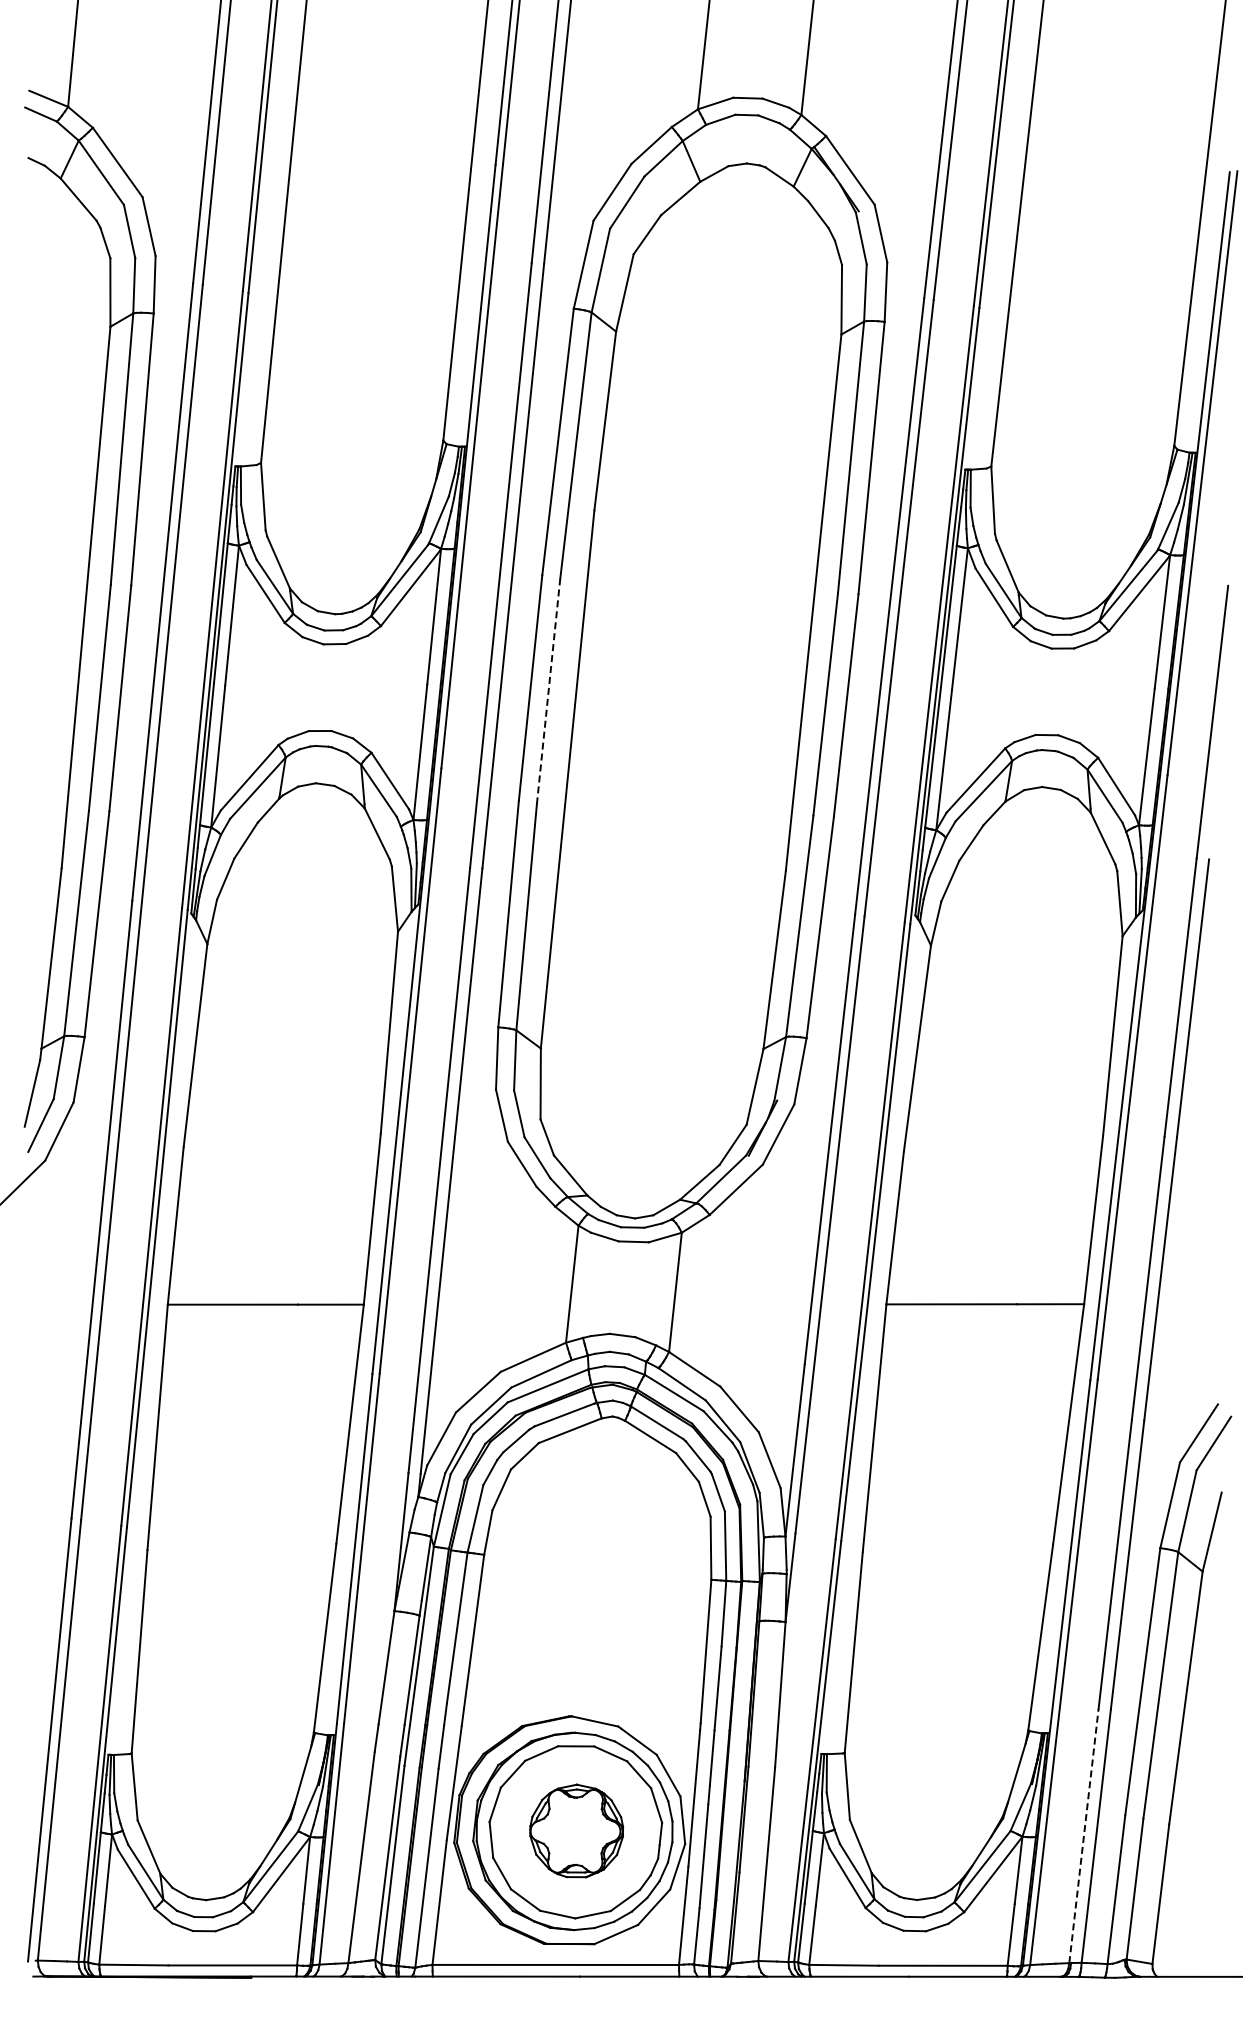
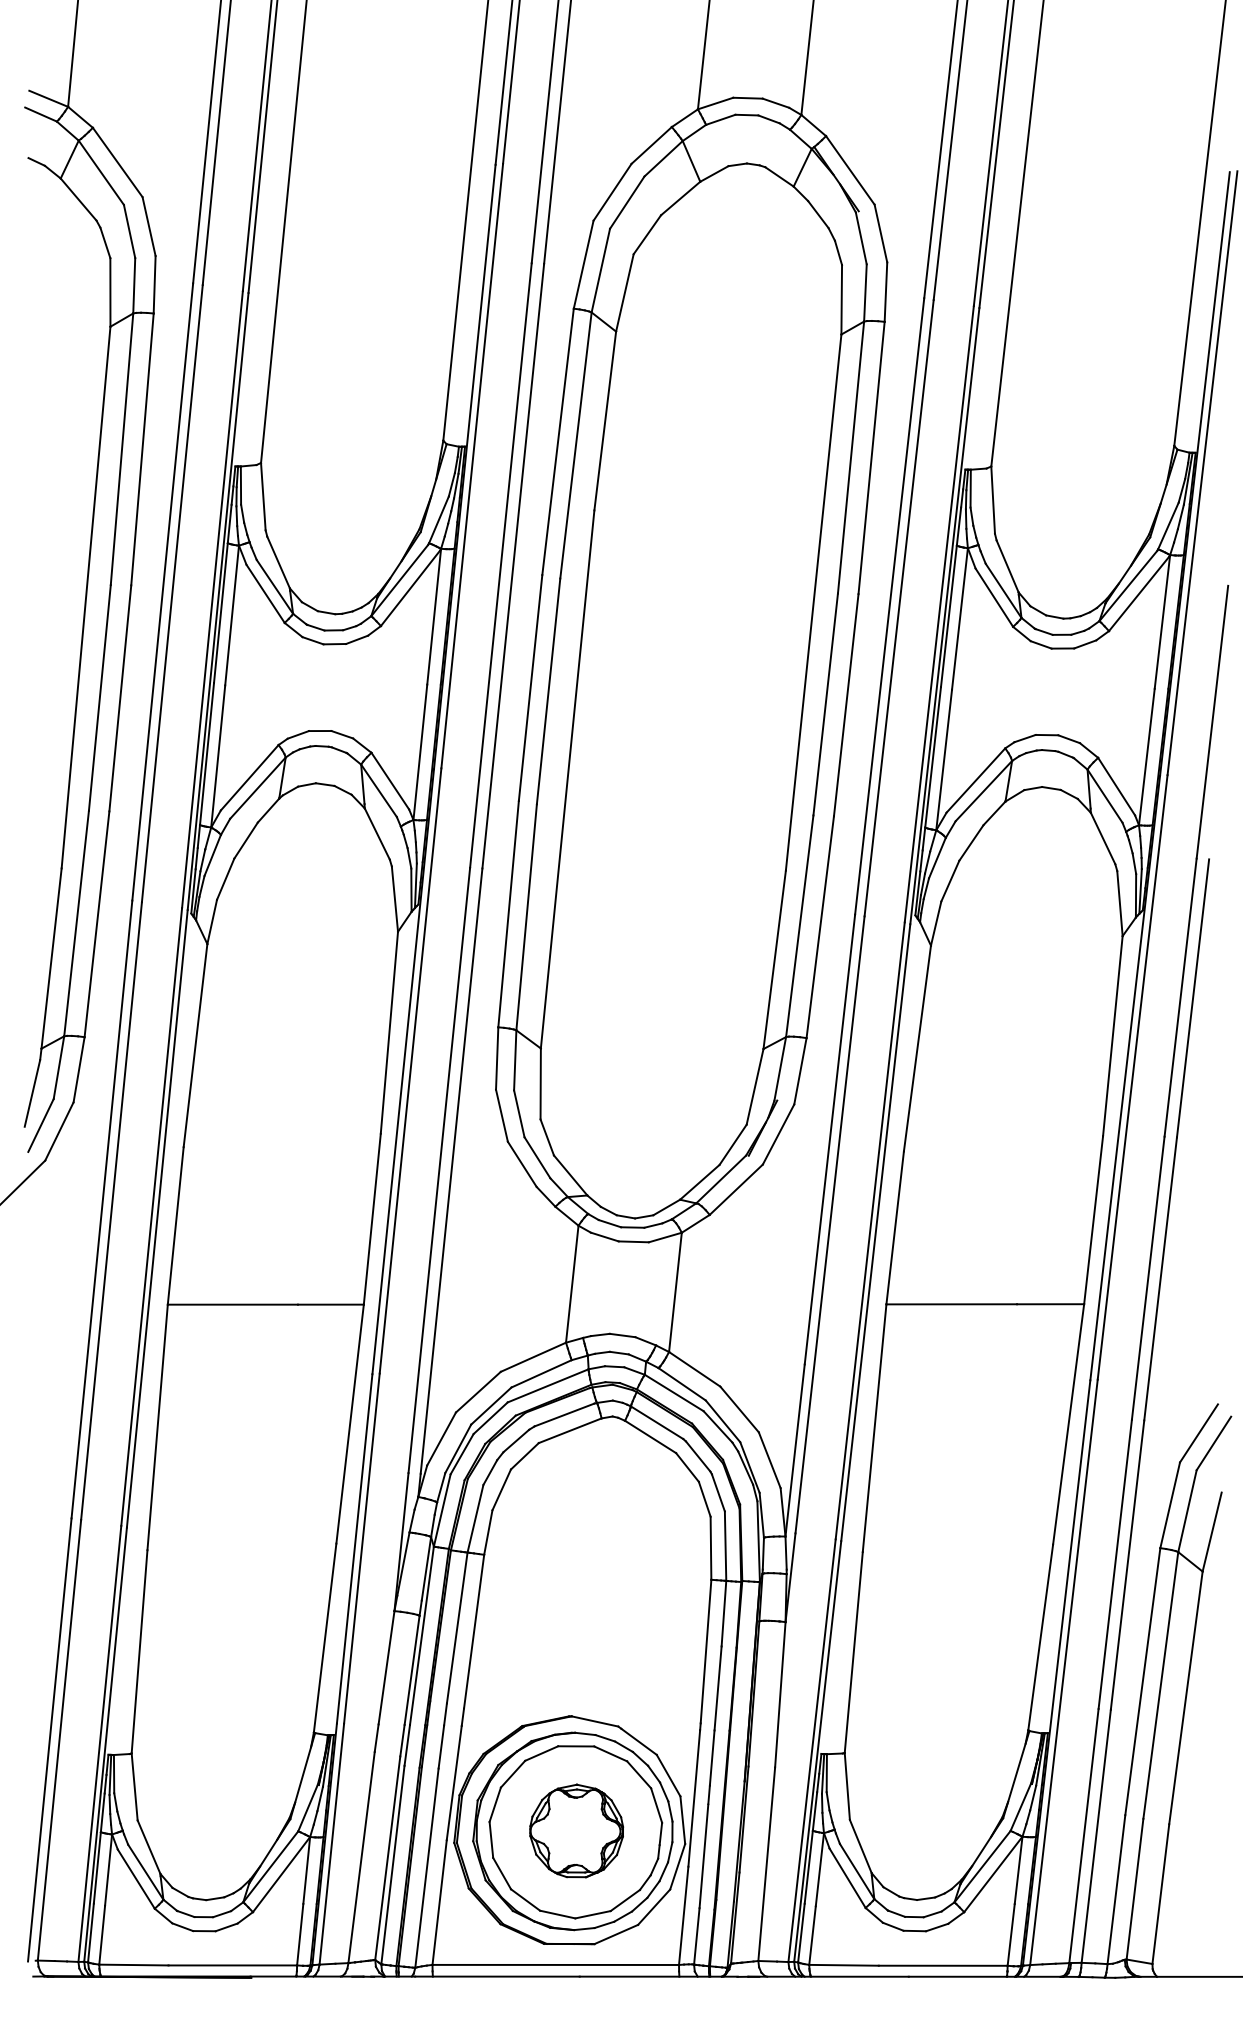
line at (548, 690): dashed -> solid
line at (1083, 1836): dashed -> solid
